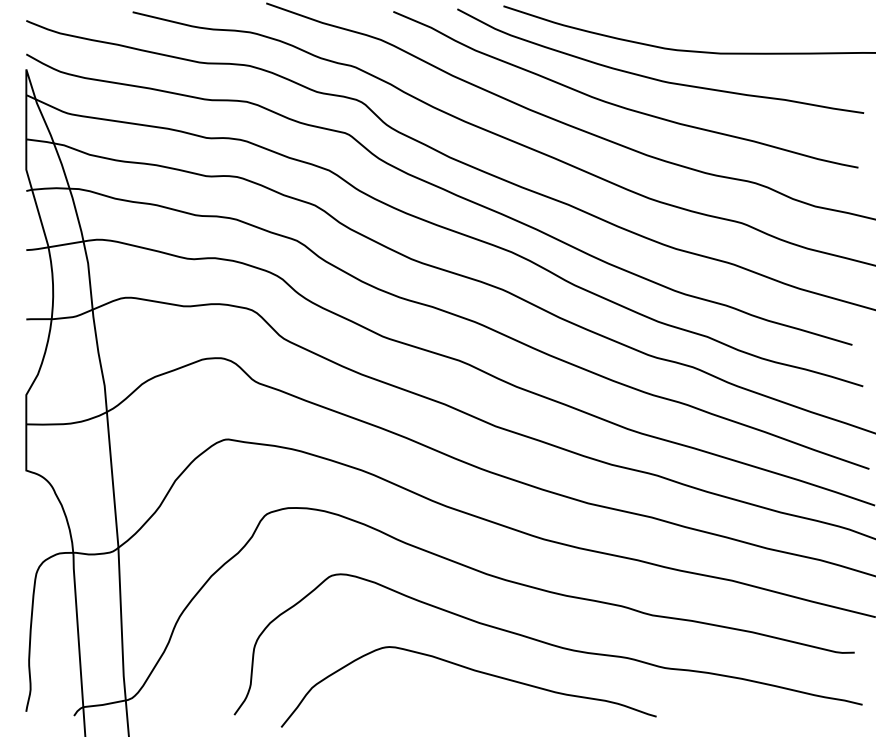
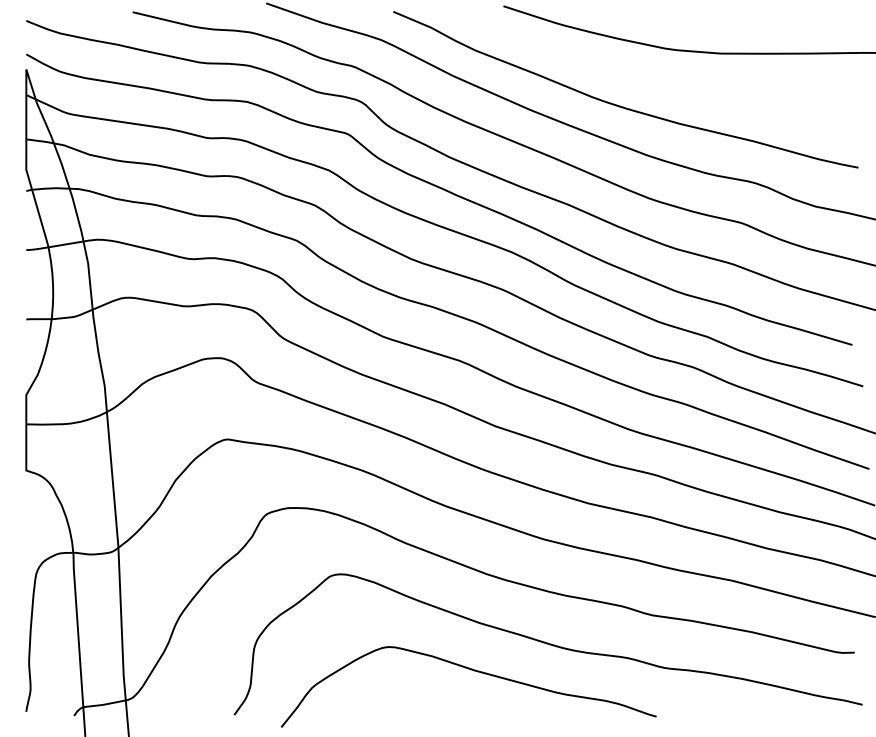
curve at (656, 78): present -> none
